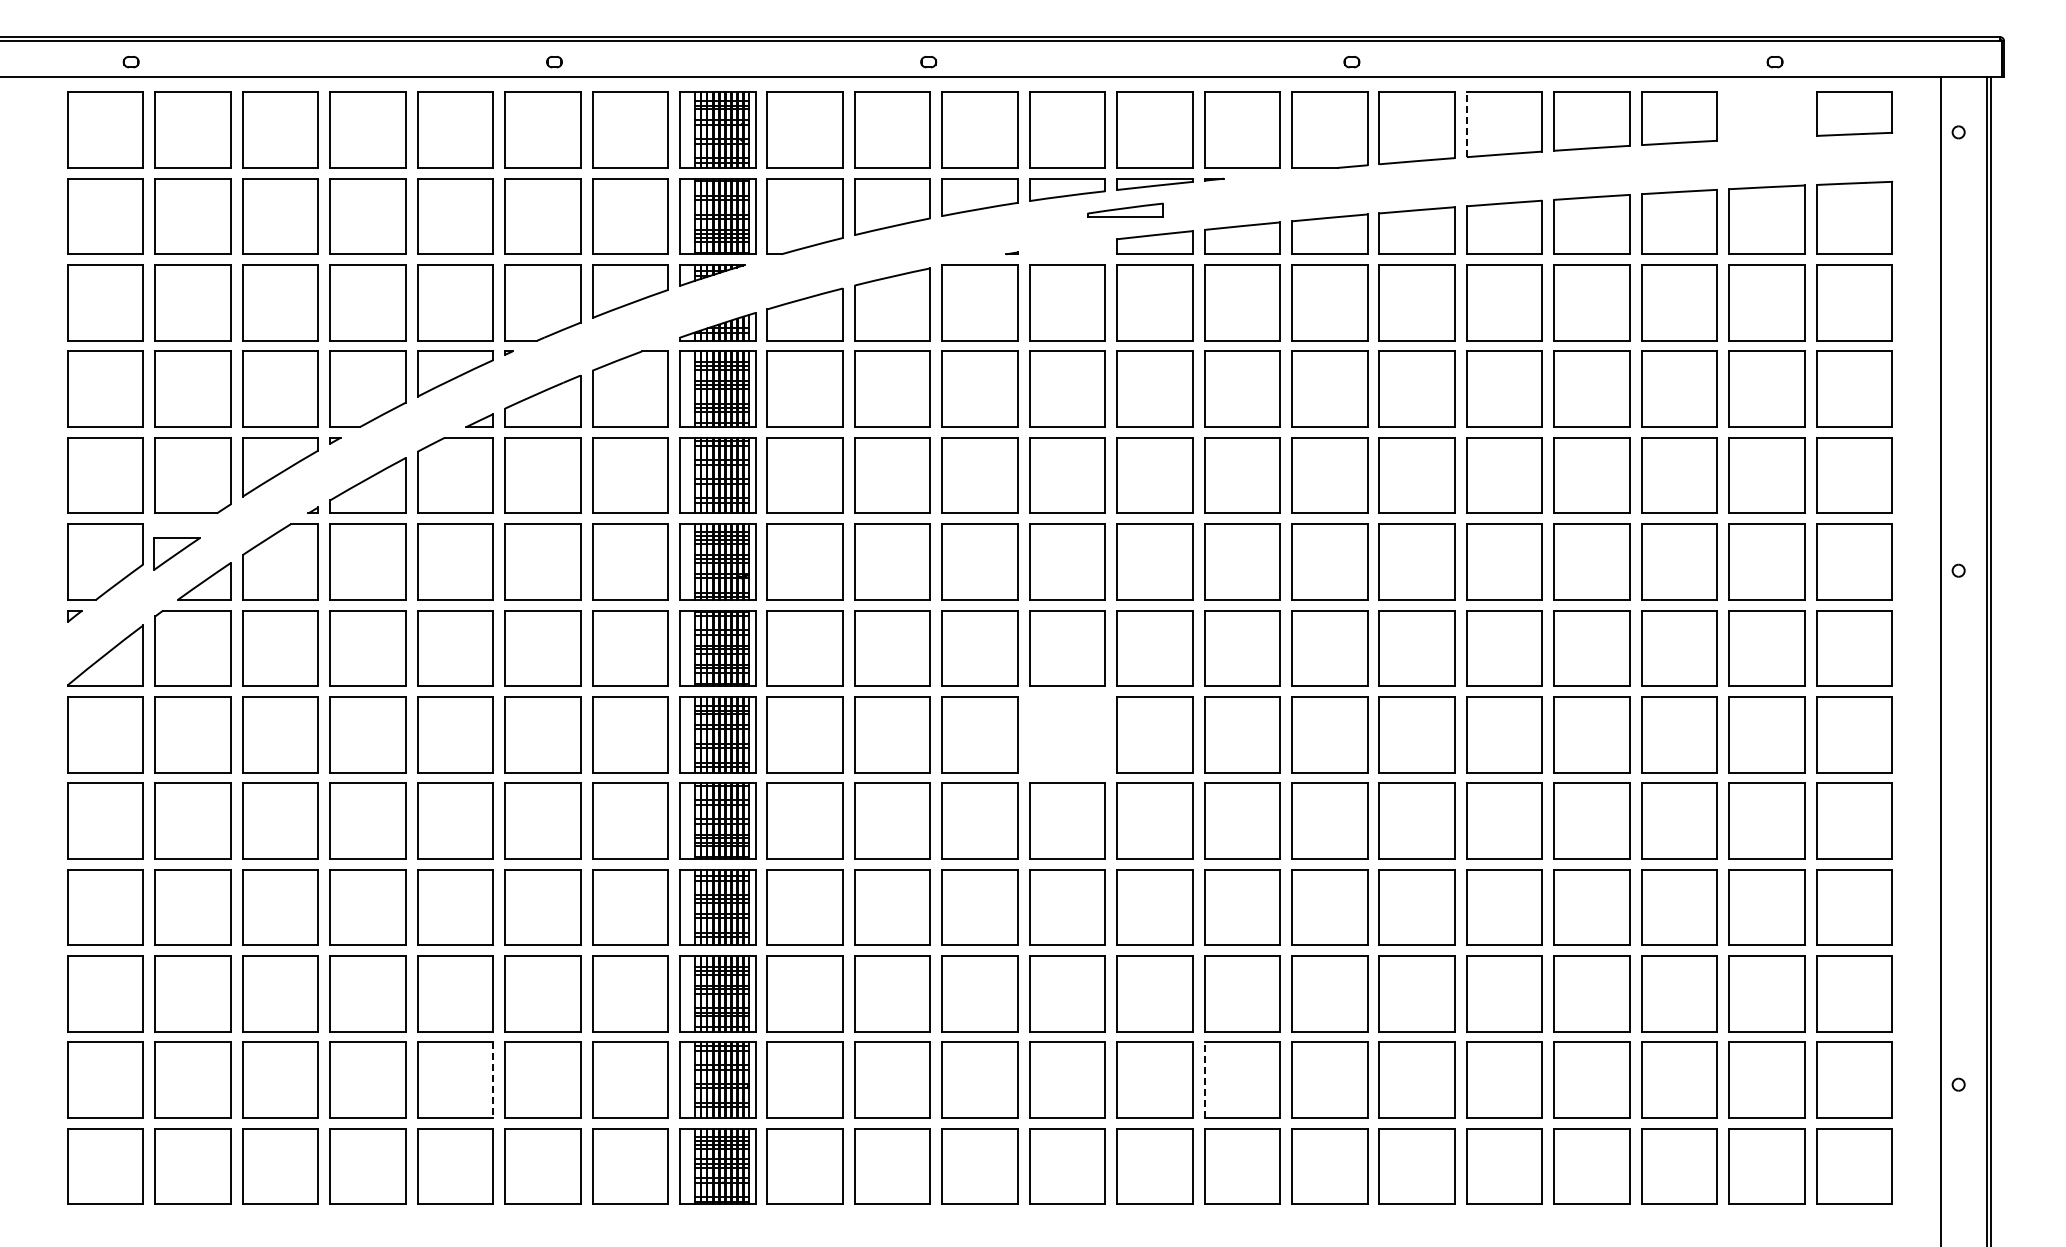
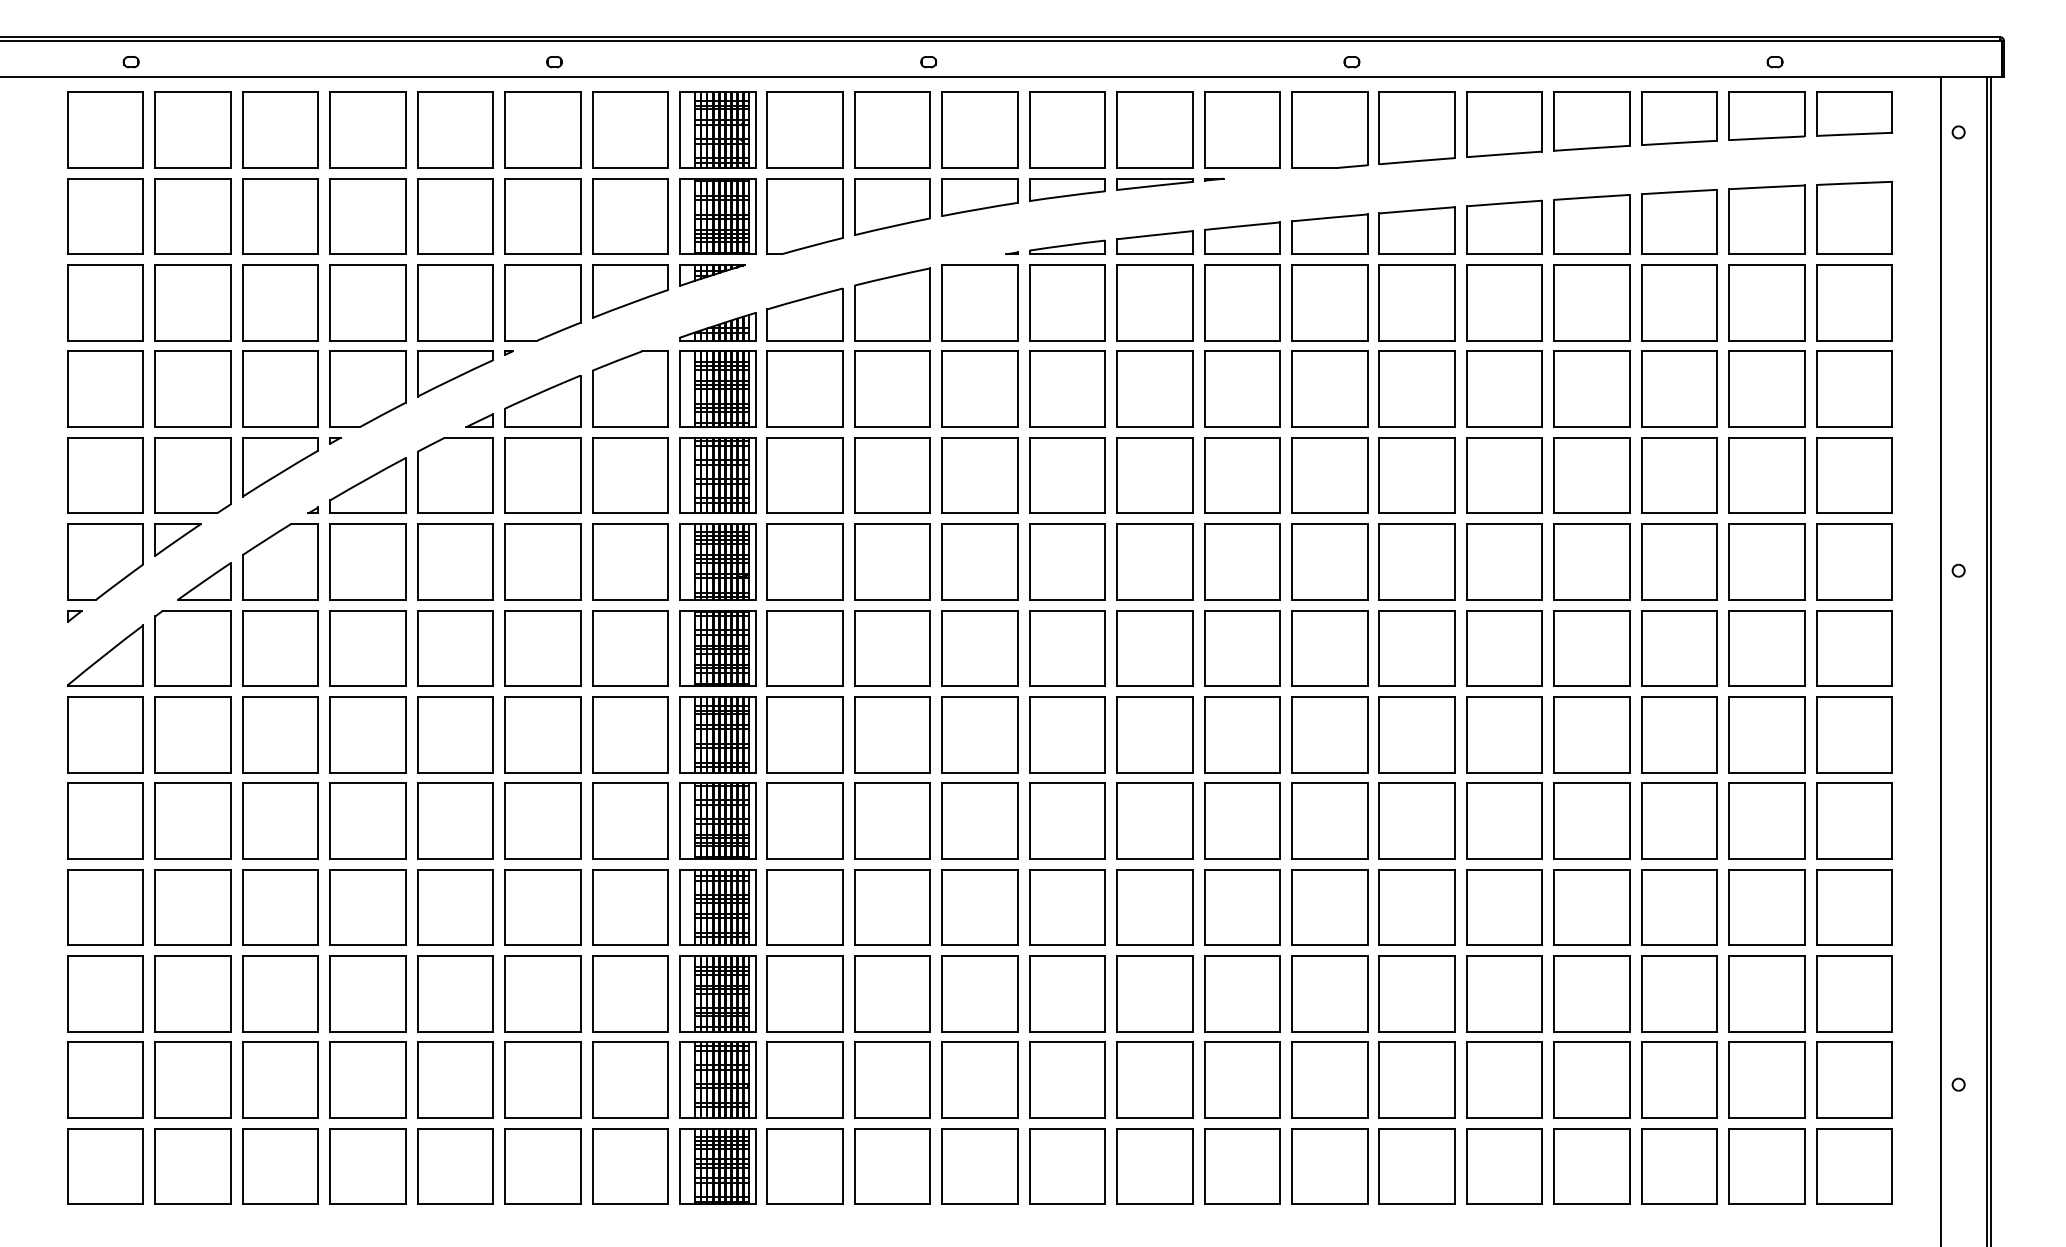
part at (1766, 115): none -> present
line at (1466, 124): dashed -> solid
part at (1125, 209) position: (1125, 209) -> (1067, 246)
part at (176, 553) position: (176, 553) -> (177, 539)
part at (1067, 734): none -> present
line at (493, 1080): dashed -> solid
line at (1204, 1080): dashed -> solid
